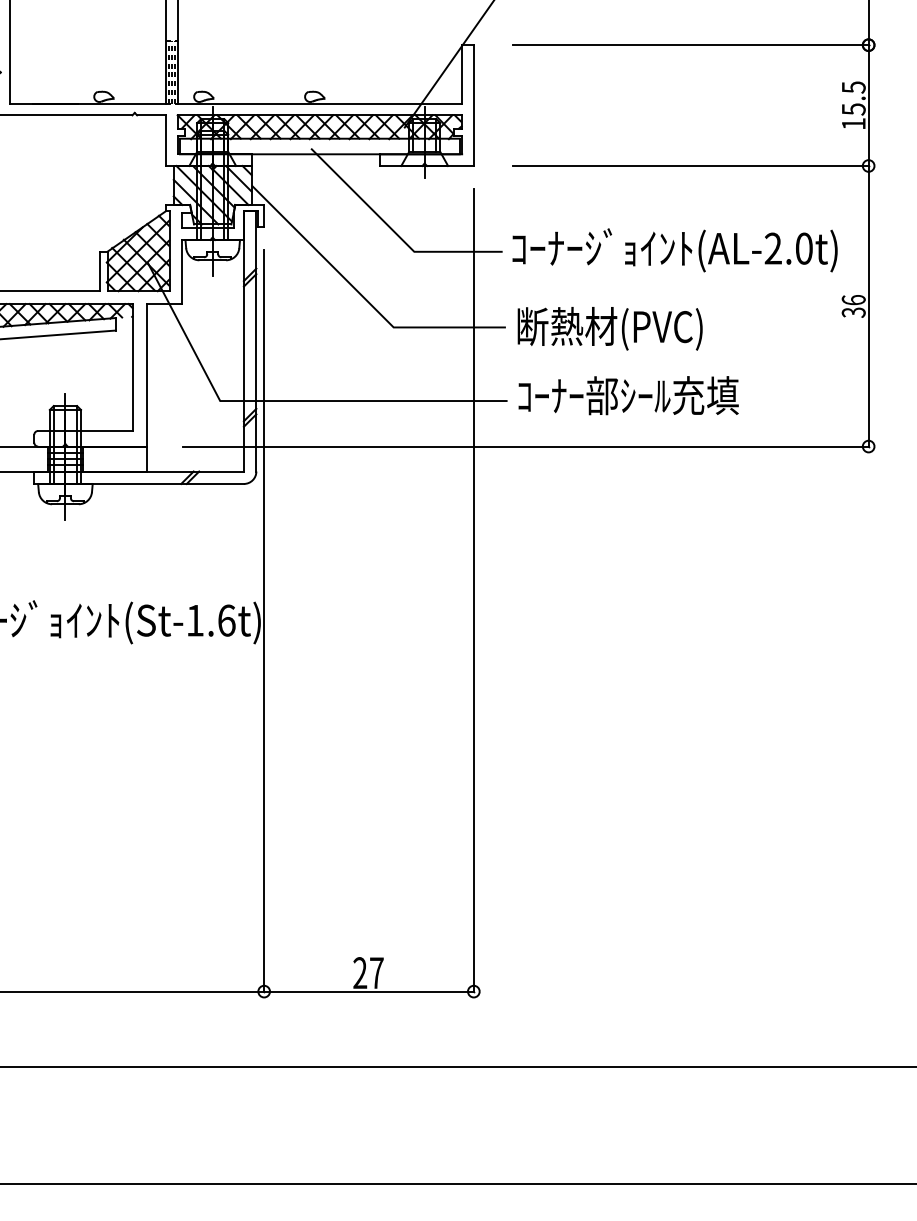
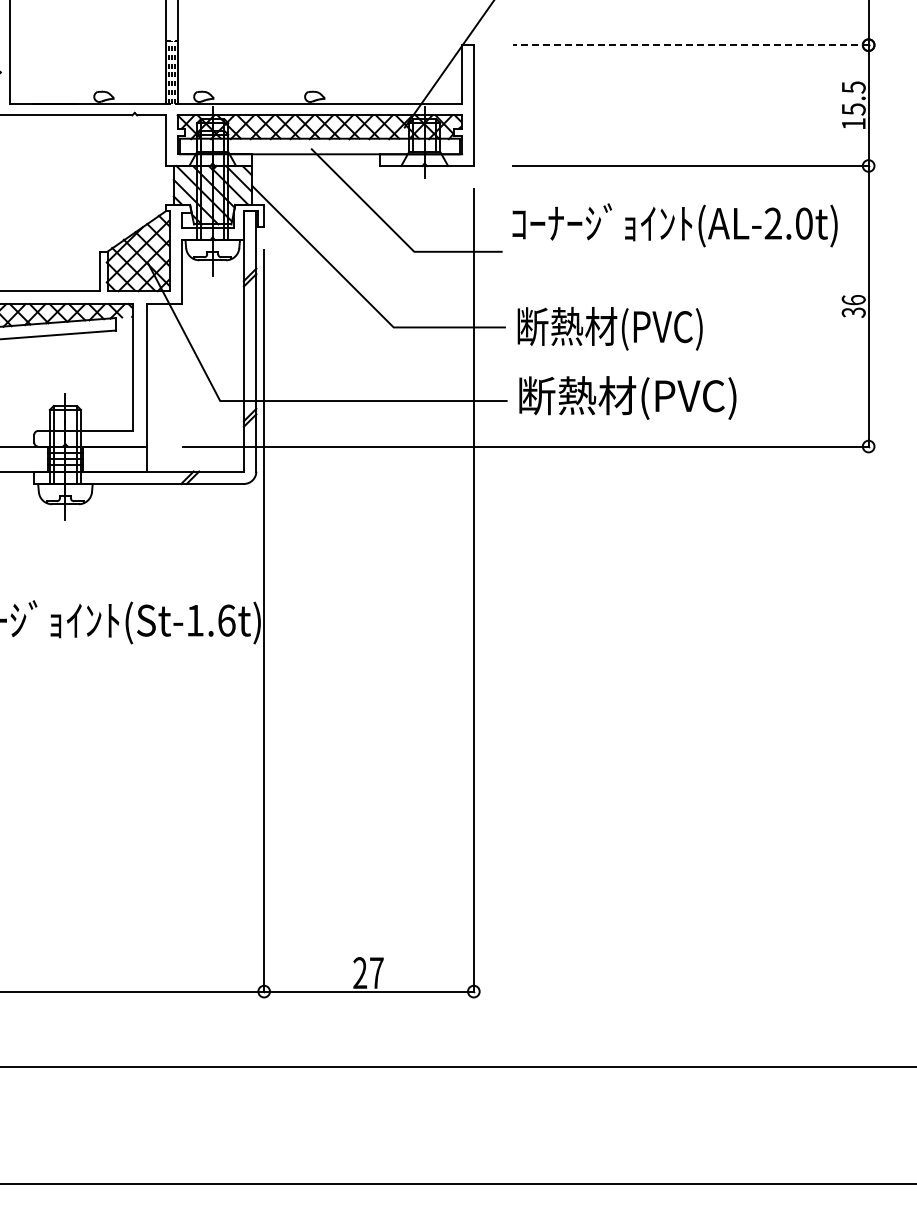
line at (690, 45): solid -> dashed
text at (674, 250) position: (674, 250) -> (674, 225)
text at (628, 397): ｺｰﾅｰ部ｼｰﾙ充填 -> 断熱材(PVC)
